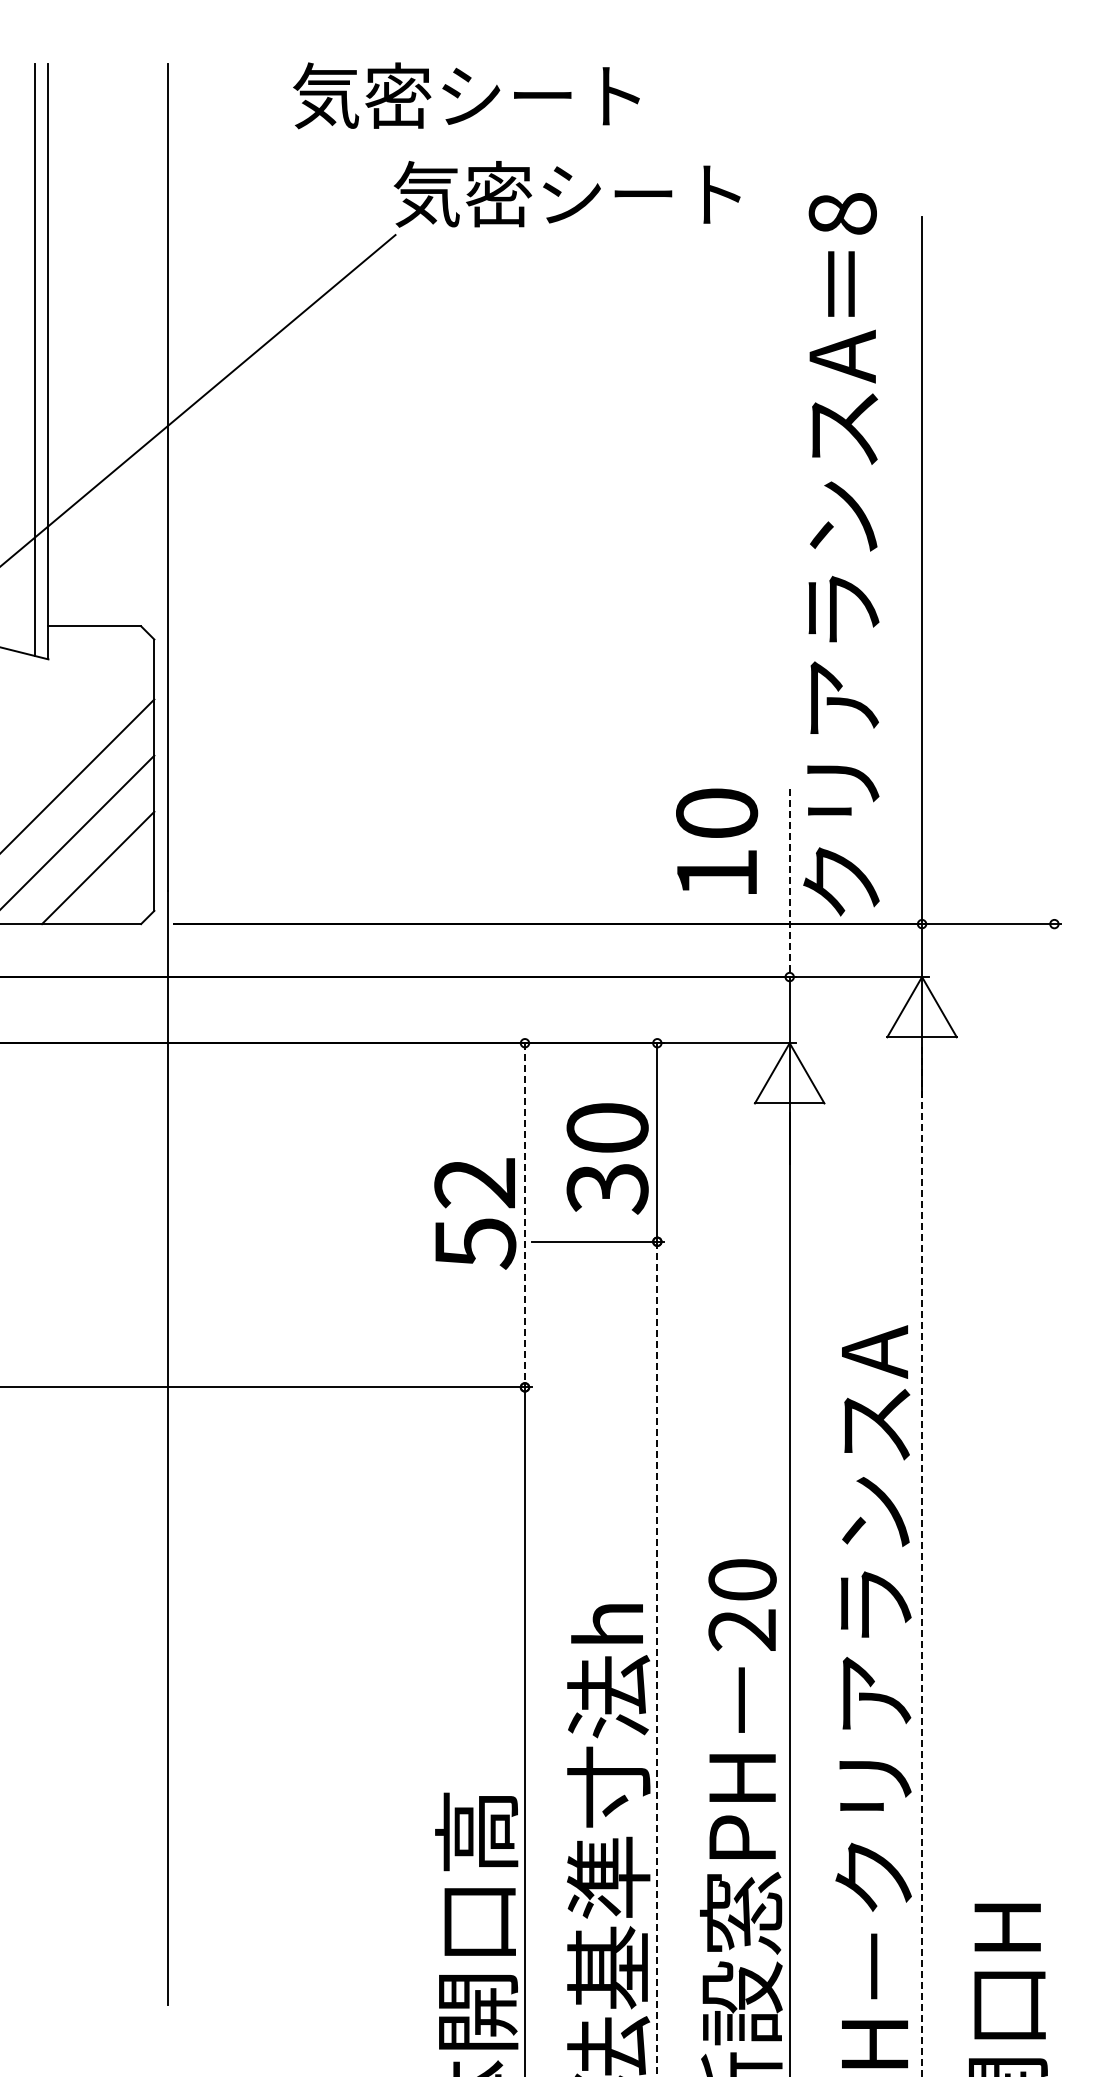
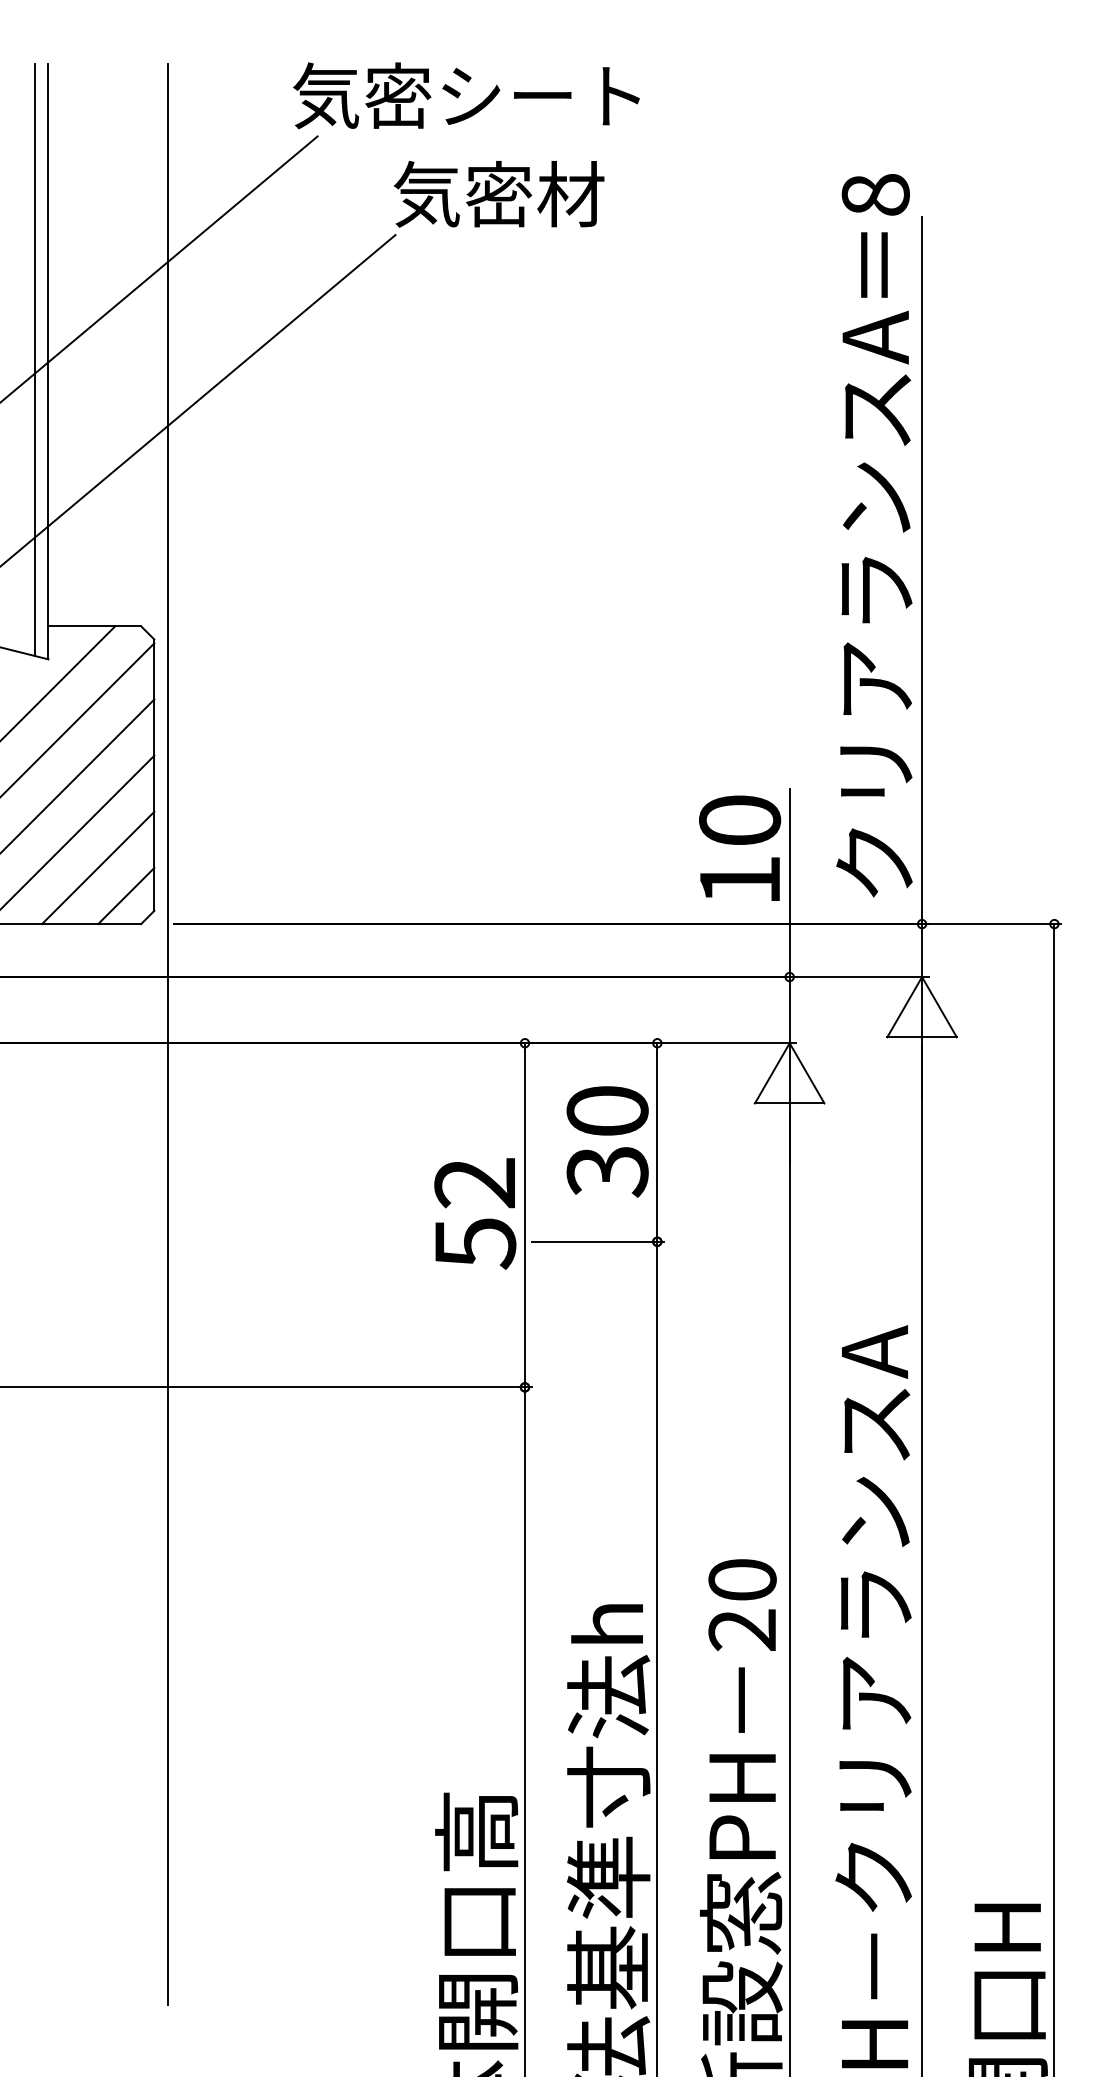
text at (638, 194): 気密シート -> 気密材
line at (159, 268): none -> present
text at (841, 554) position: (841, 554) -> (874, 535)
line at (58, 682): none -> present
line at (78, 719): none -> present
text at (717, 840) position: (717, 840) -> (740, 847)
line at (789, 883): dashed -> solid
line at (126, 895): none -> present
text at (607, 1158) position: (607, 1158) -> (607, 1141)
line at (524, 1215): dashed -> solid
line at (1054, 1498): none -> present
line at (922, 1561): dashed -> solid
line at (657, 1659): dashed -> solid
